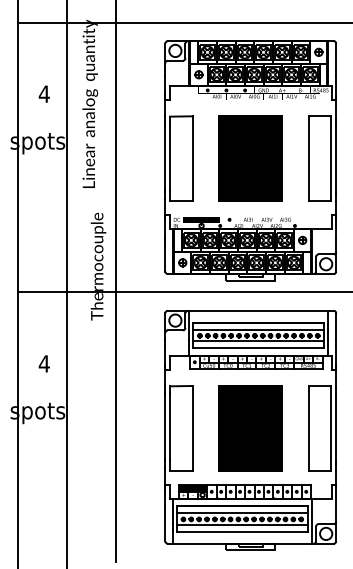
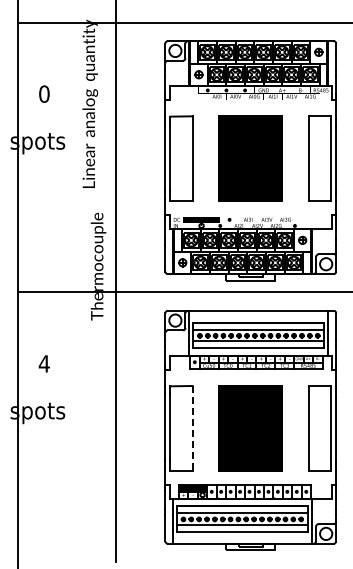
text at (43, 93): 4 -> 0
line at (66, 283): present -> none
line at (192, 428): solid -> dashed
